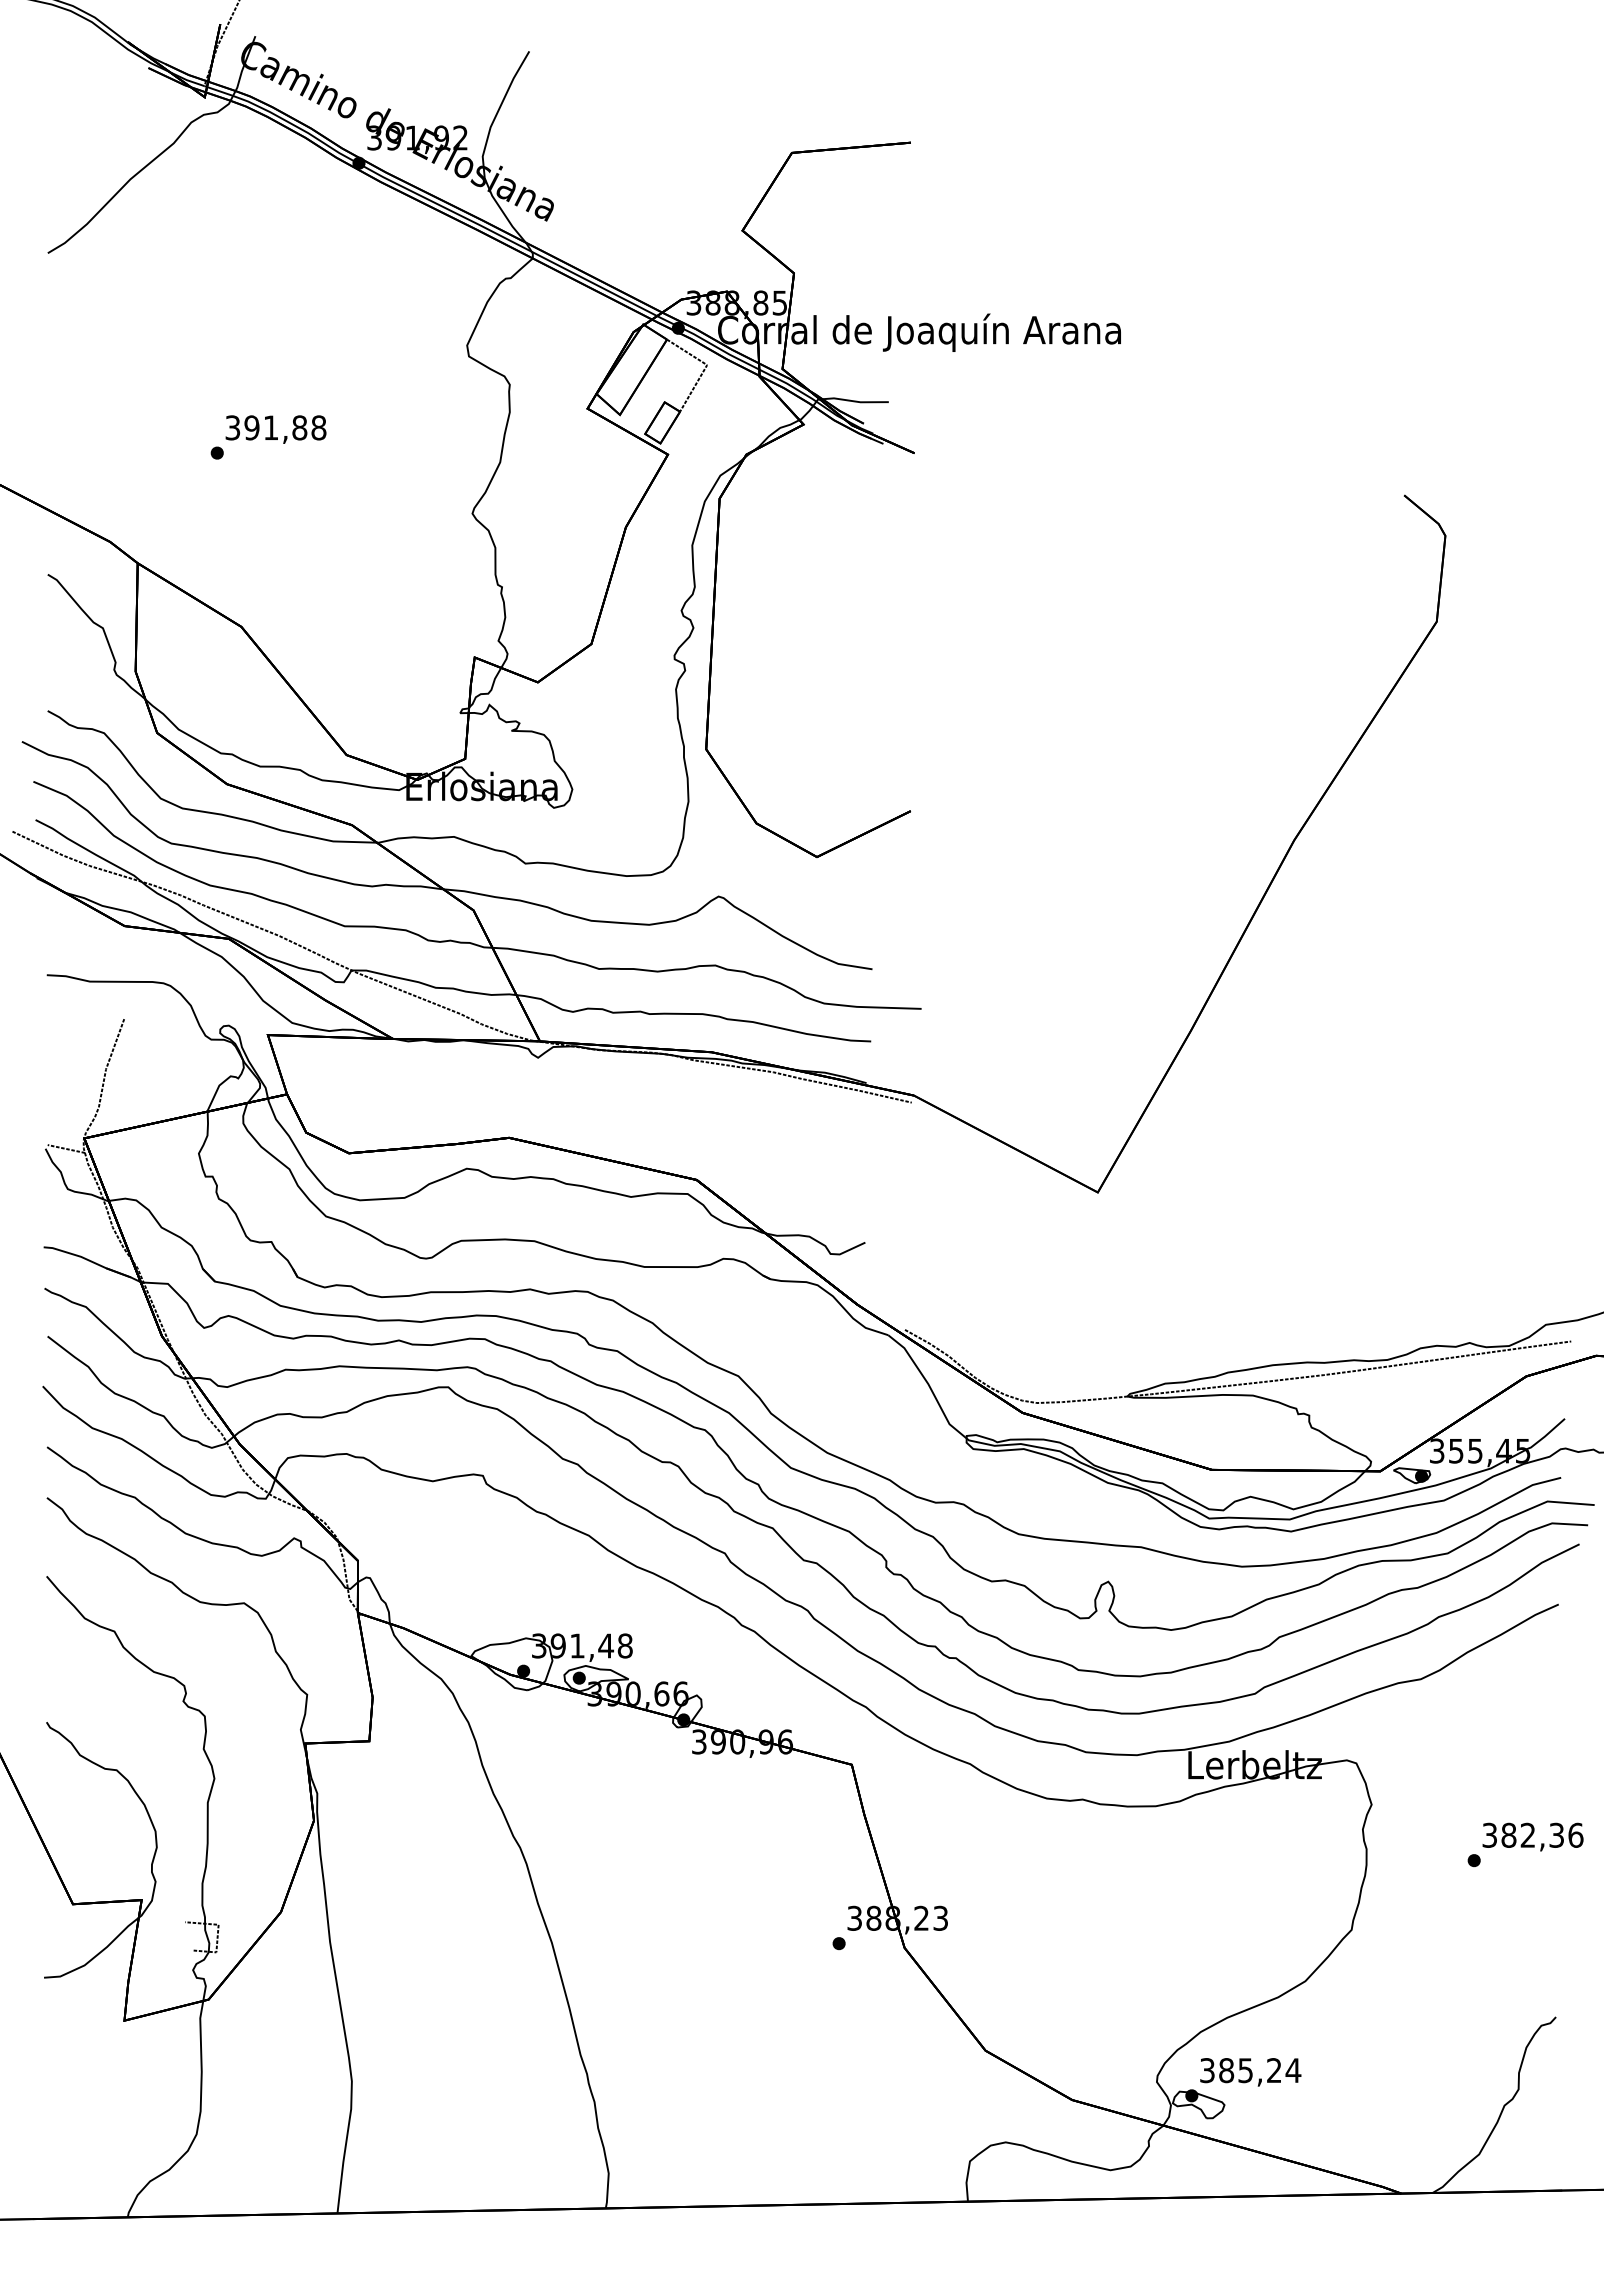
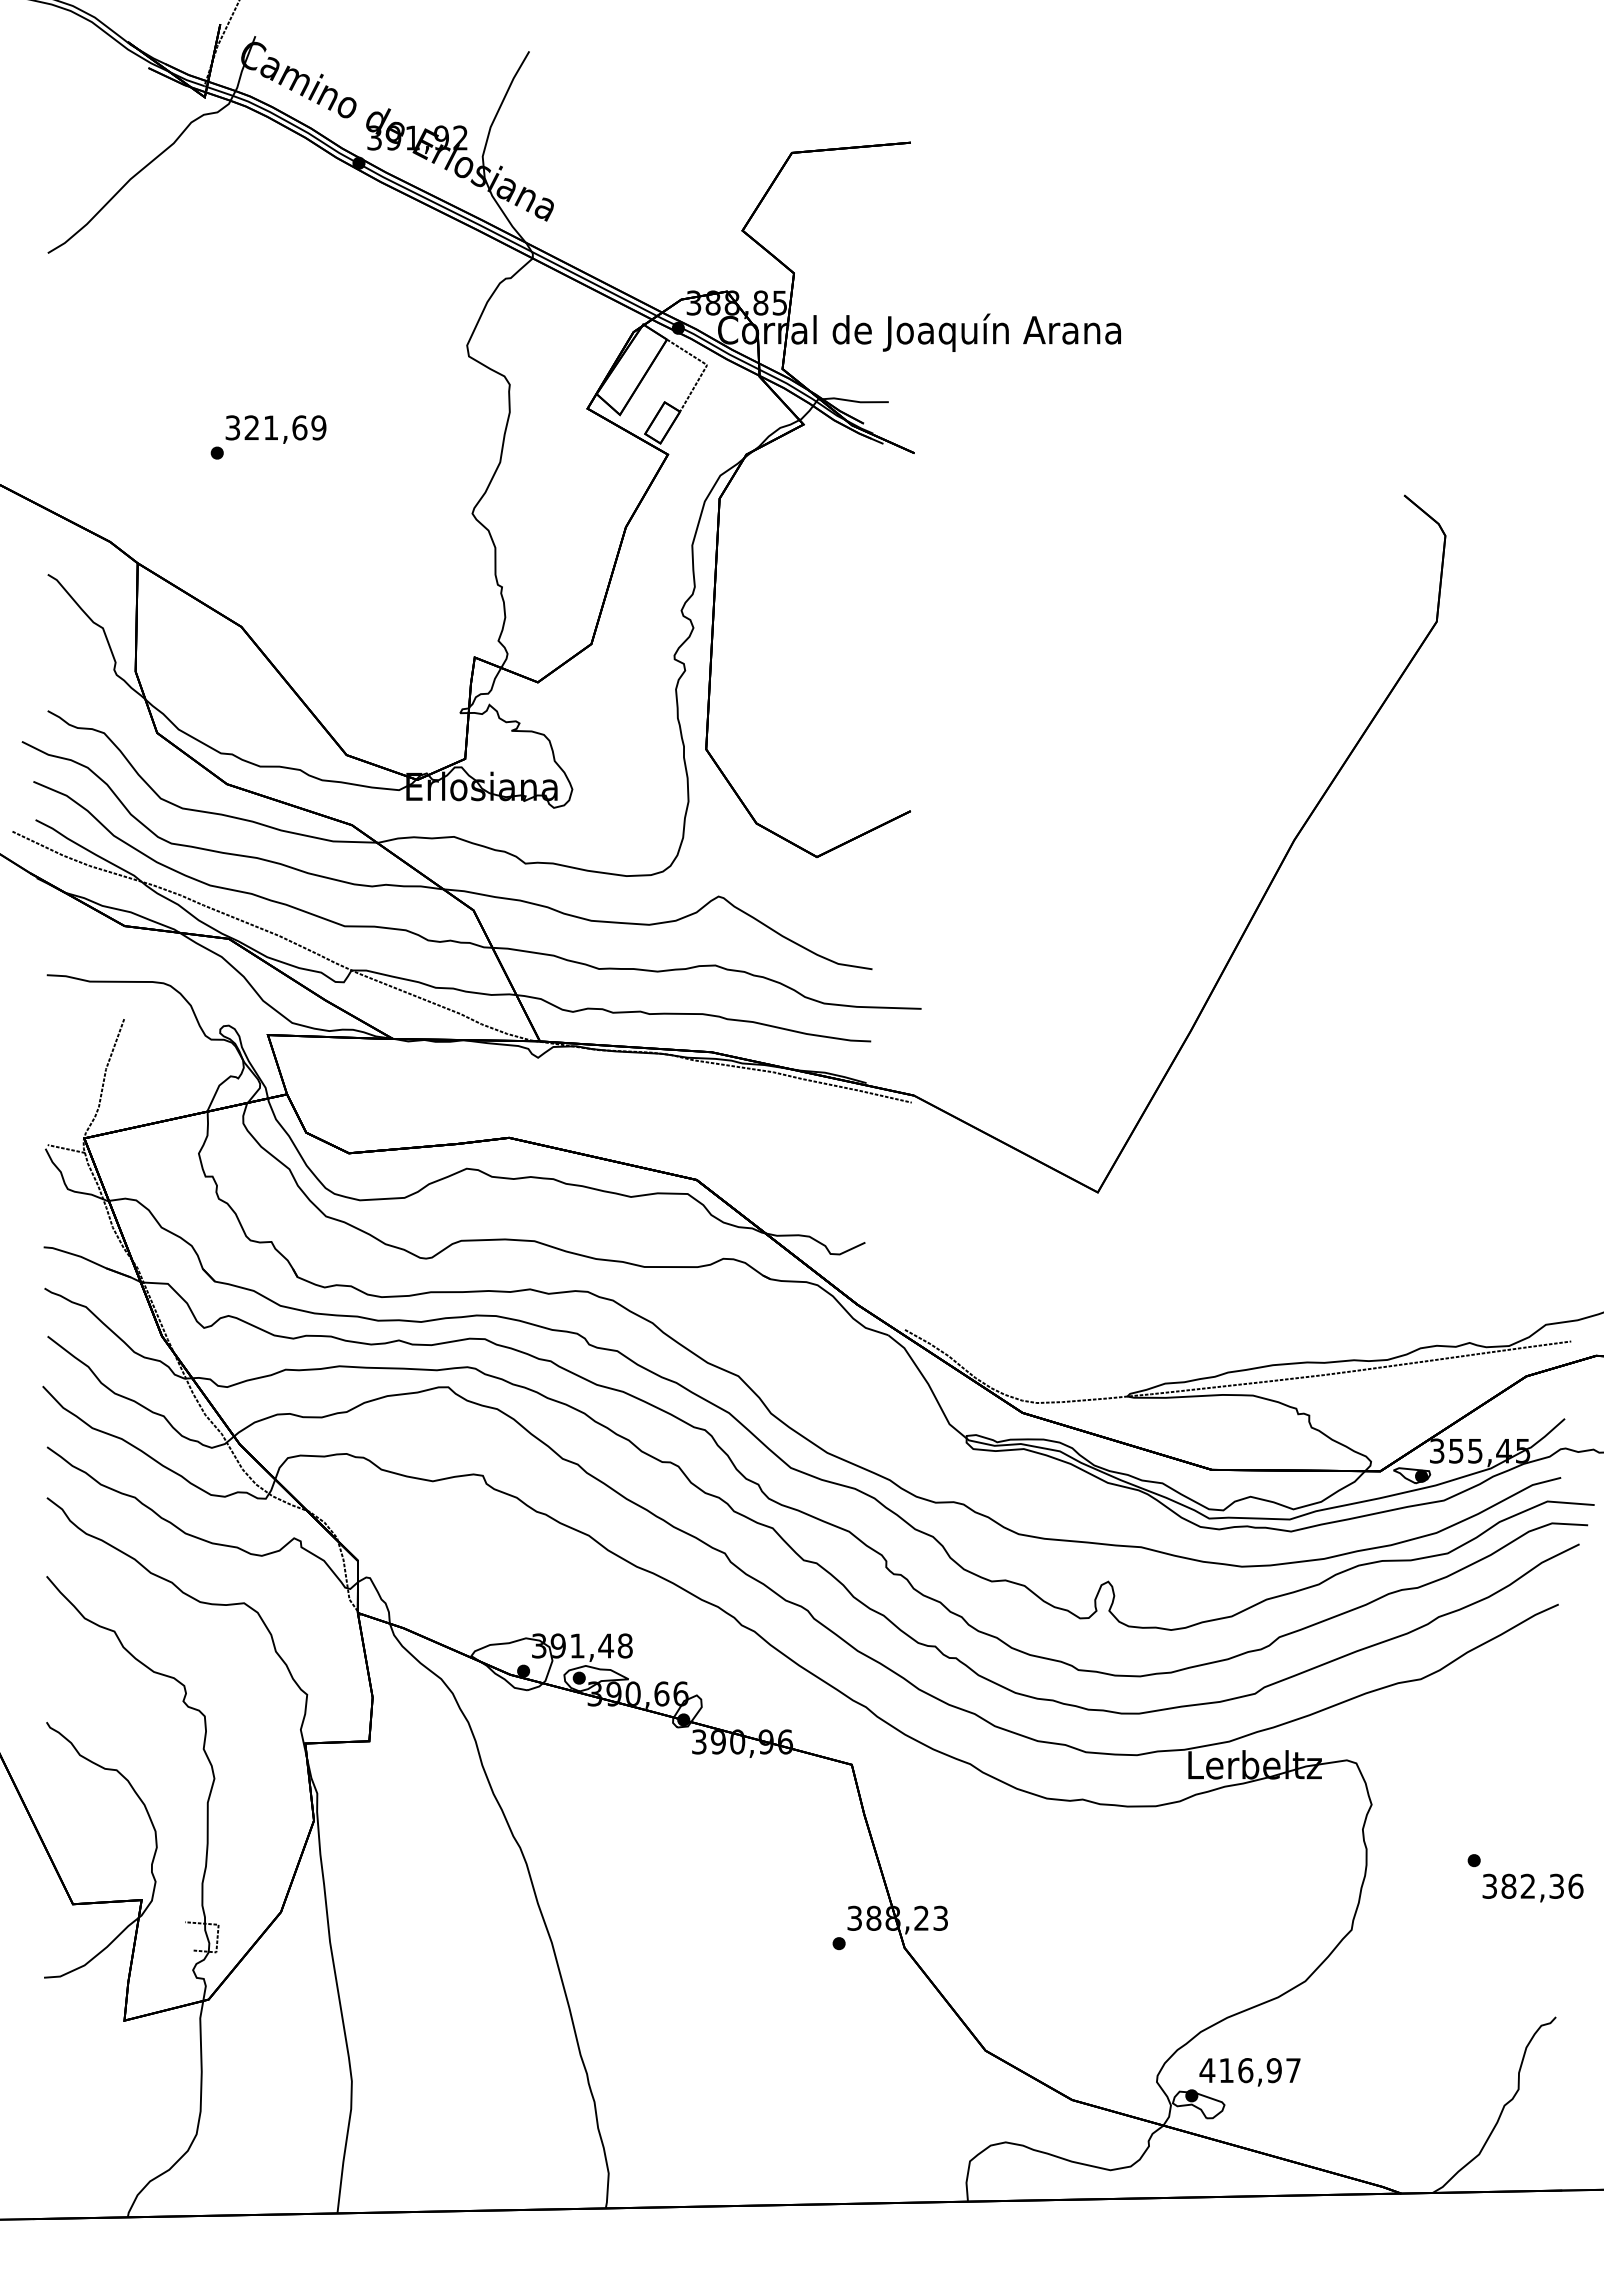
text at (285, 427): 391,88 -> 321,69
text at (1532, 1836) position: (1532, 1836) -> (1532, 1887)
text at (1250, 2070): 385,24 -> 416,97
